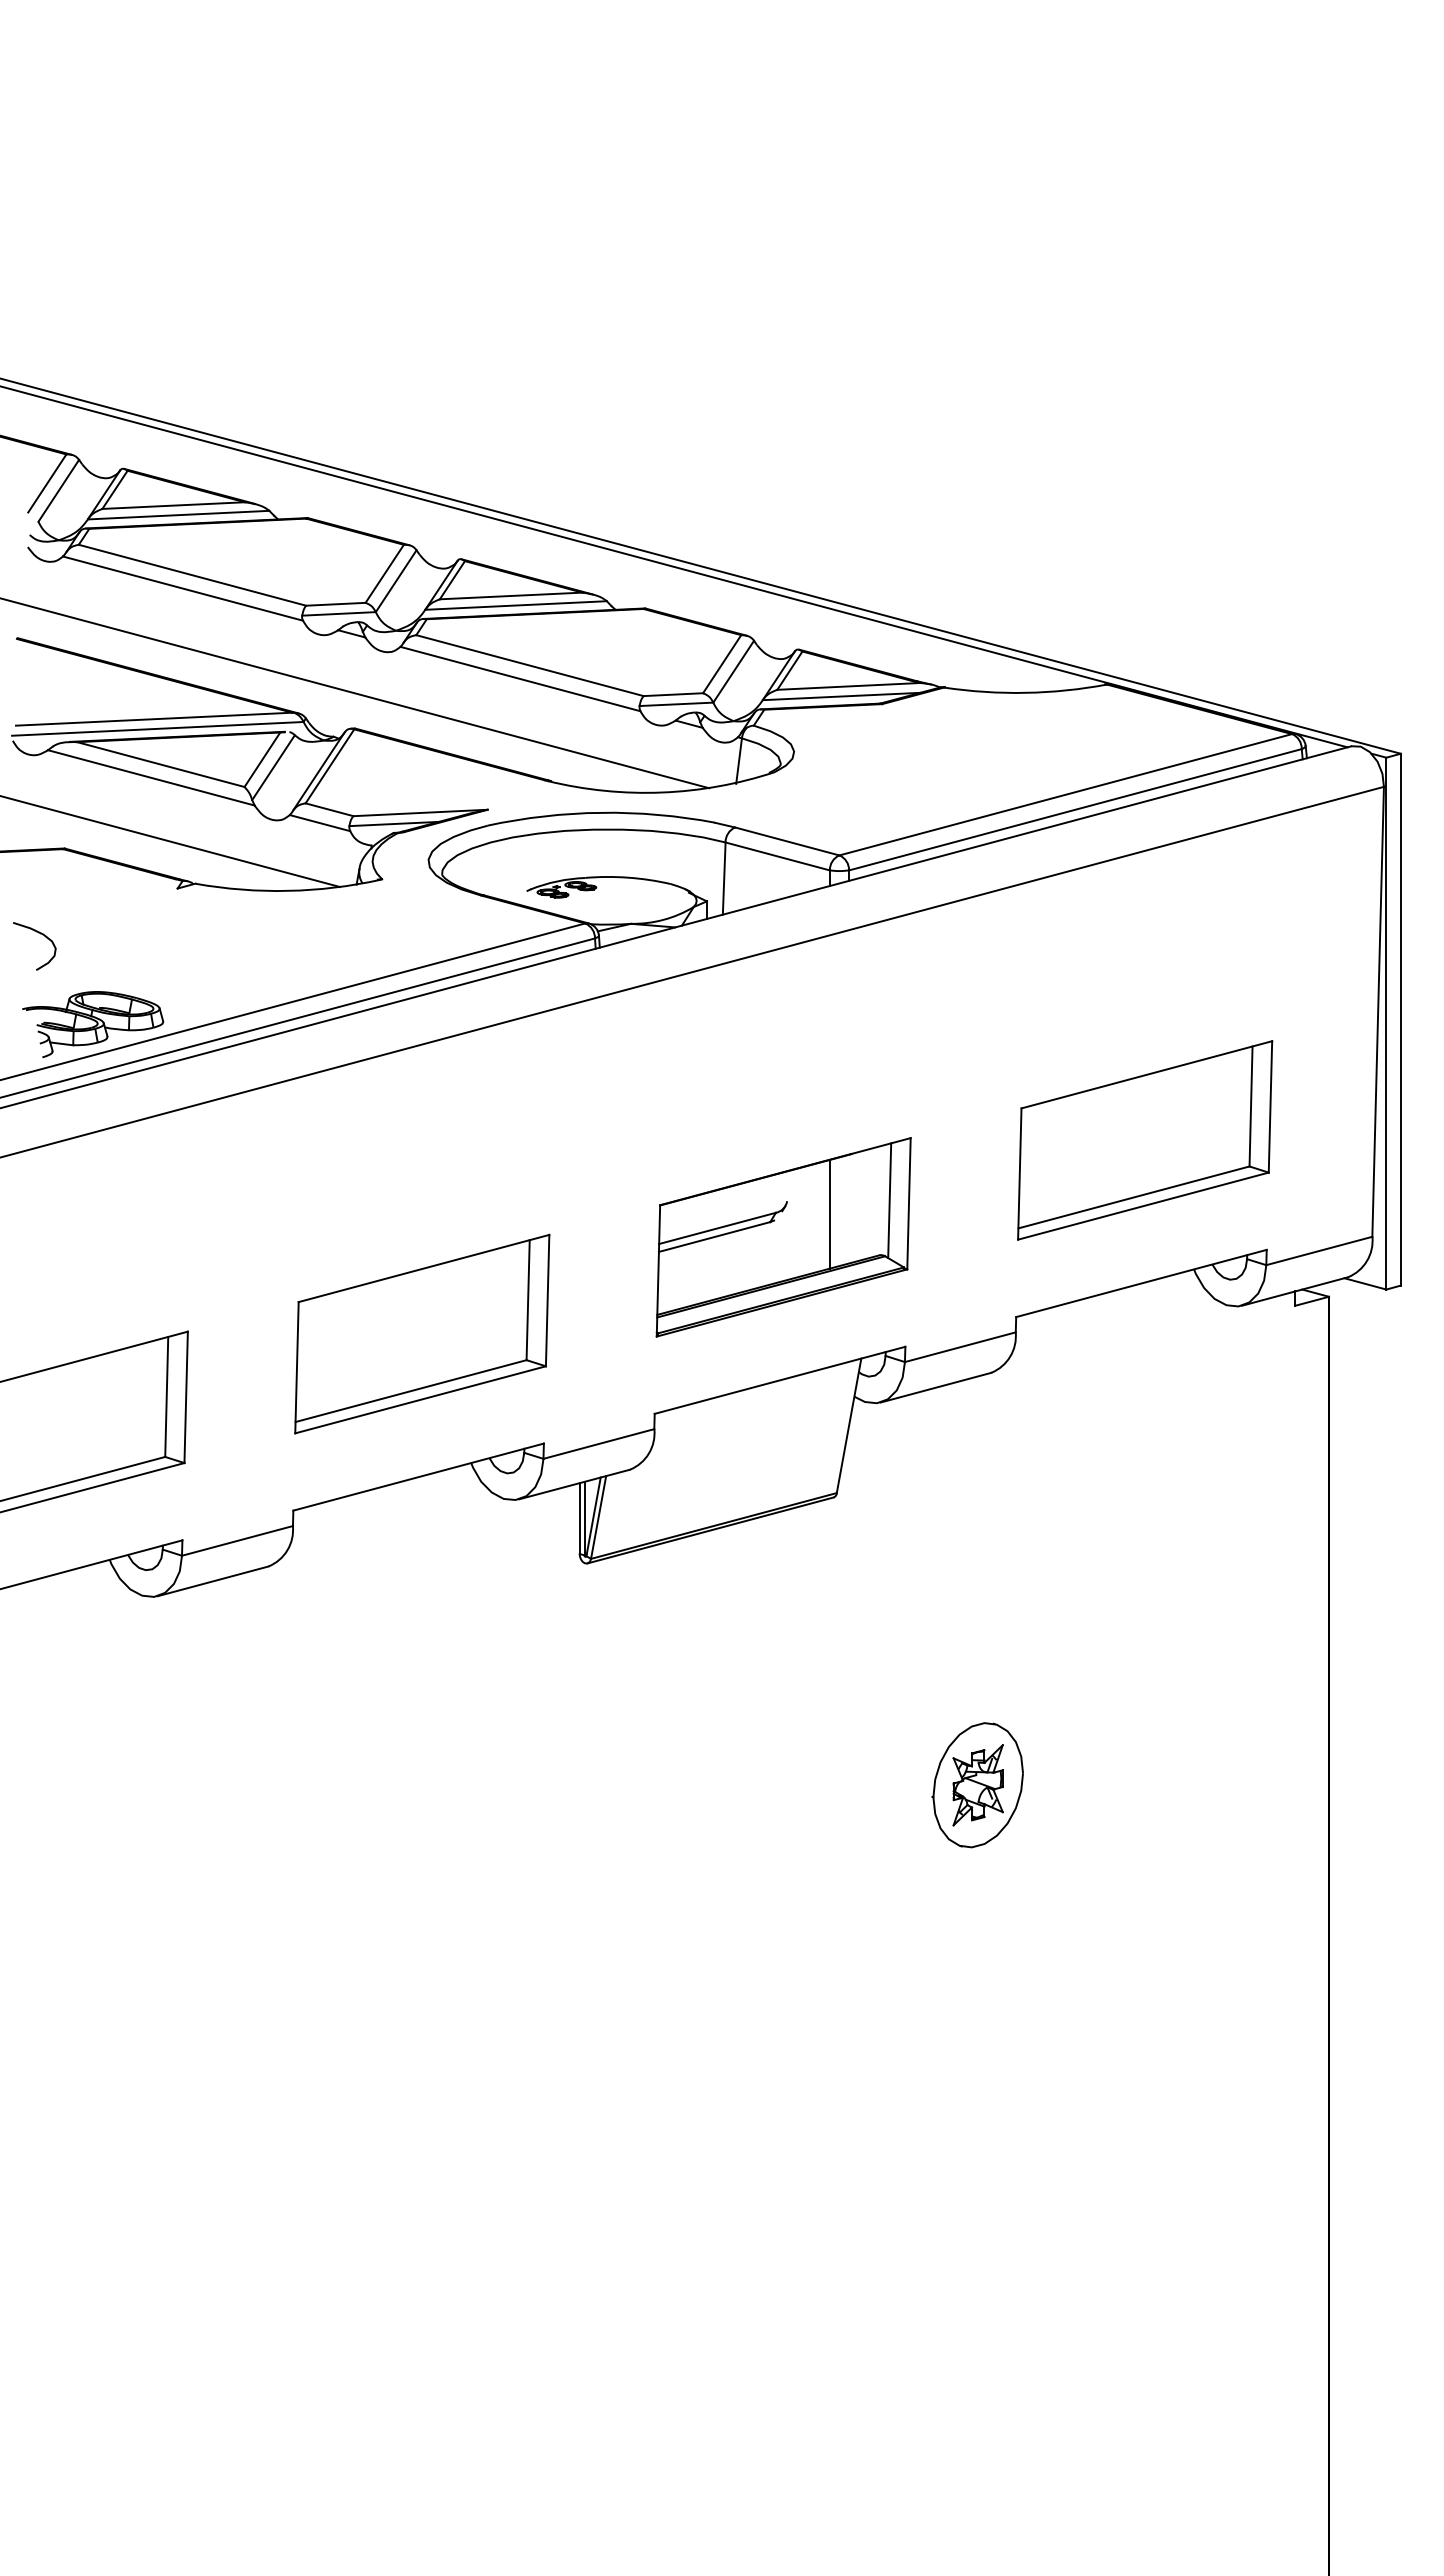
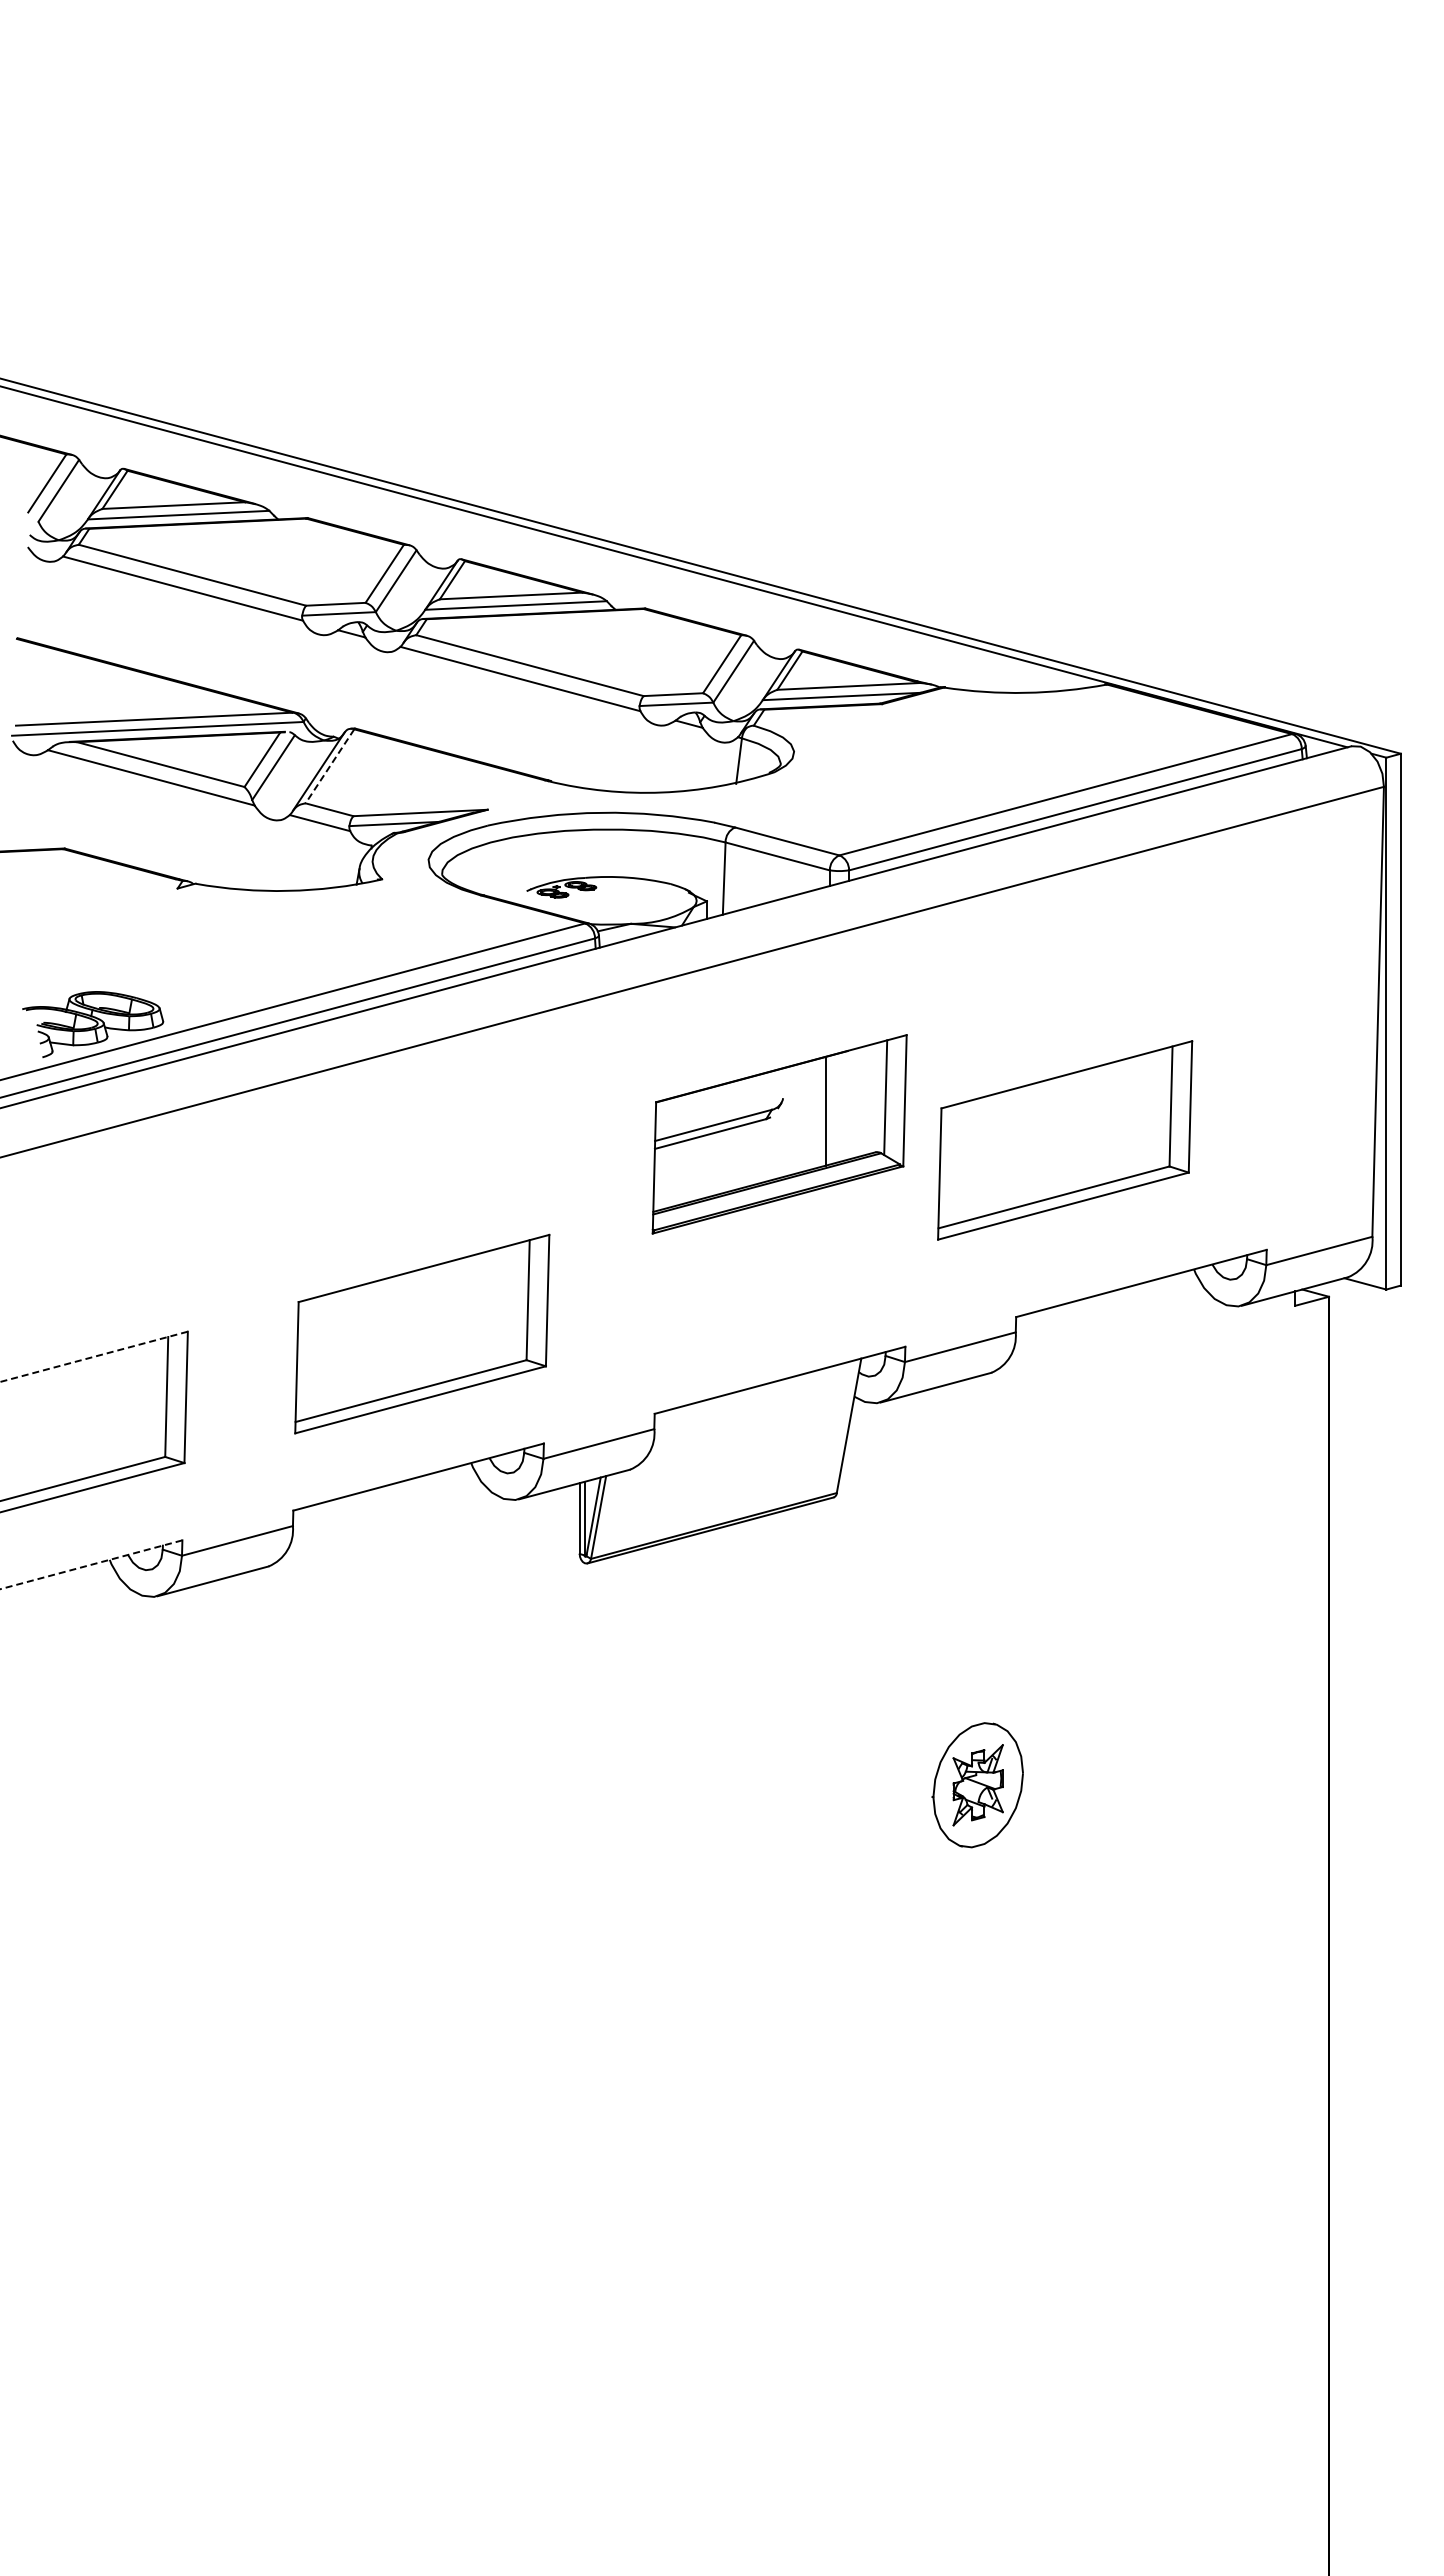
line at (355, 693): present -> none
line at (329, 766): solid -> dashed
line at (171, 841): present -> none
curve at (40, 934): present -> none
part at (1145, 1140) position: (1145, 1140) -> (1065, 1140)
part at (783, 1237) position: (783, 1237) -> (779, 1134)
line at (94, 1356): solid -> dashed
line at (90, 1564): solid -> dashed
